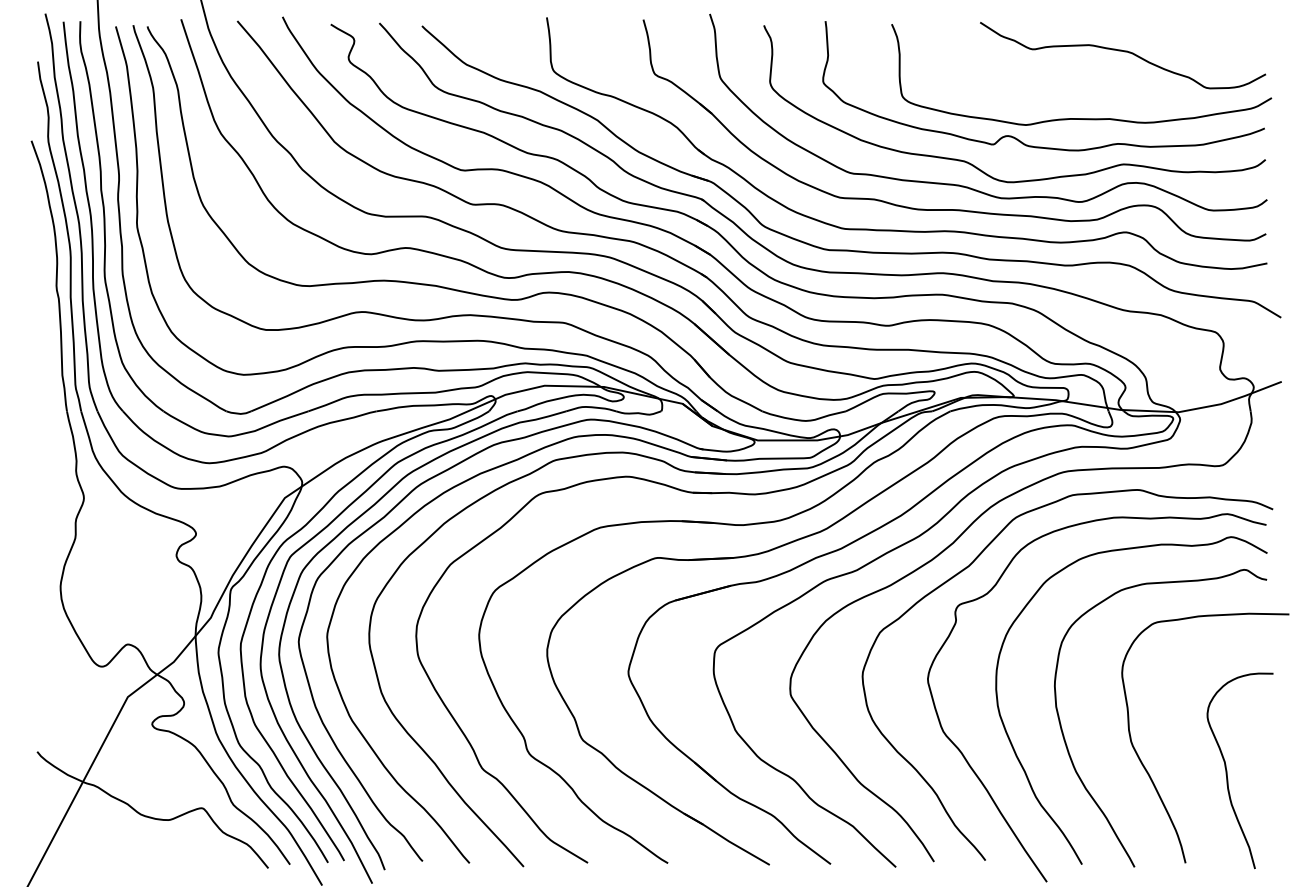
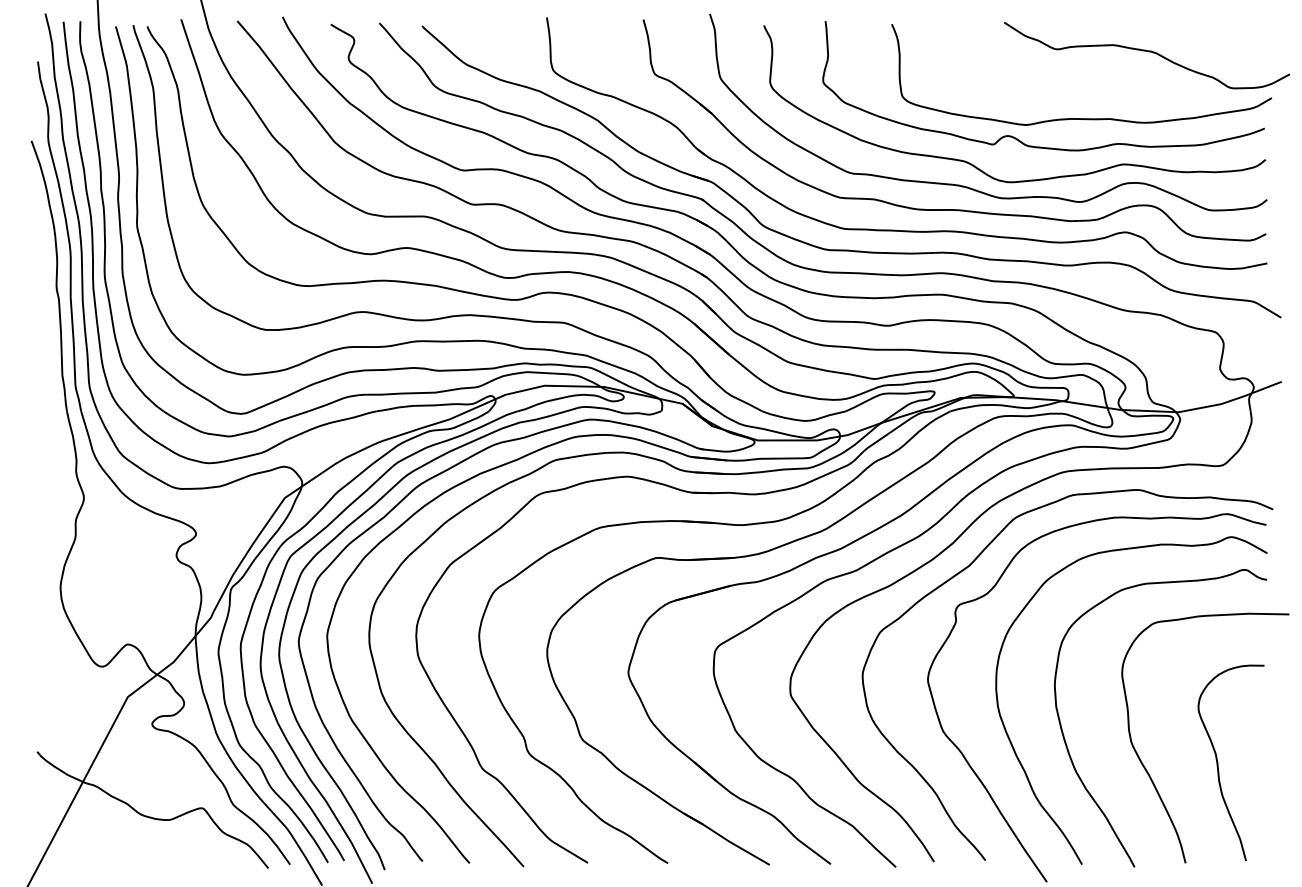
curve at (1124, 52) position: (1124, 52) -> (1148, 52)
curve at (1227, 770) position: (1227, 770) -> (1218, 762)
